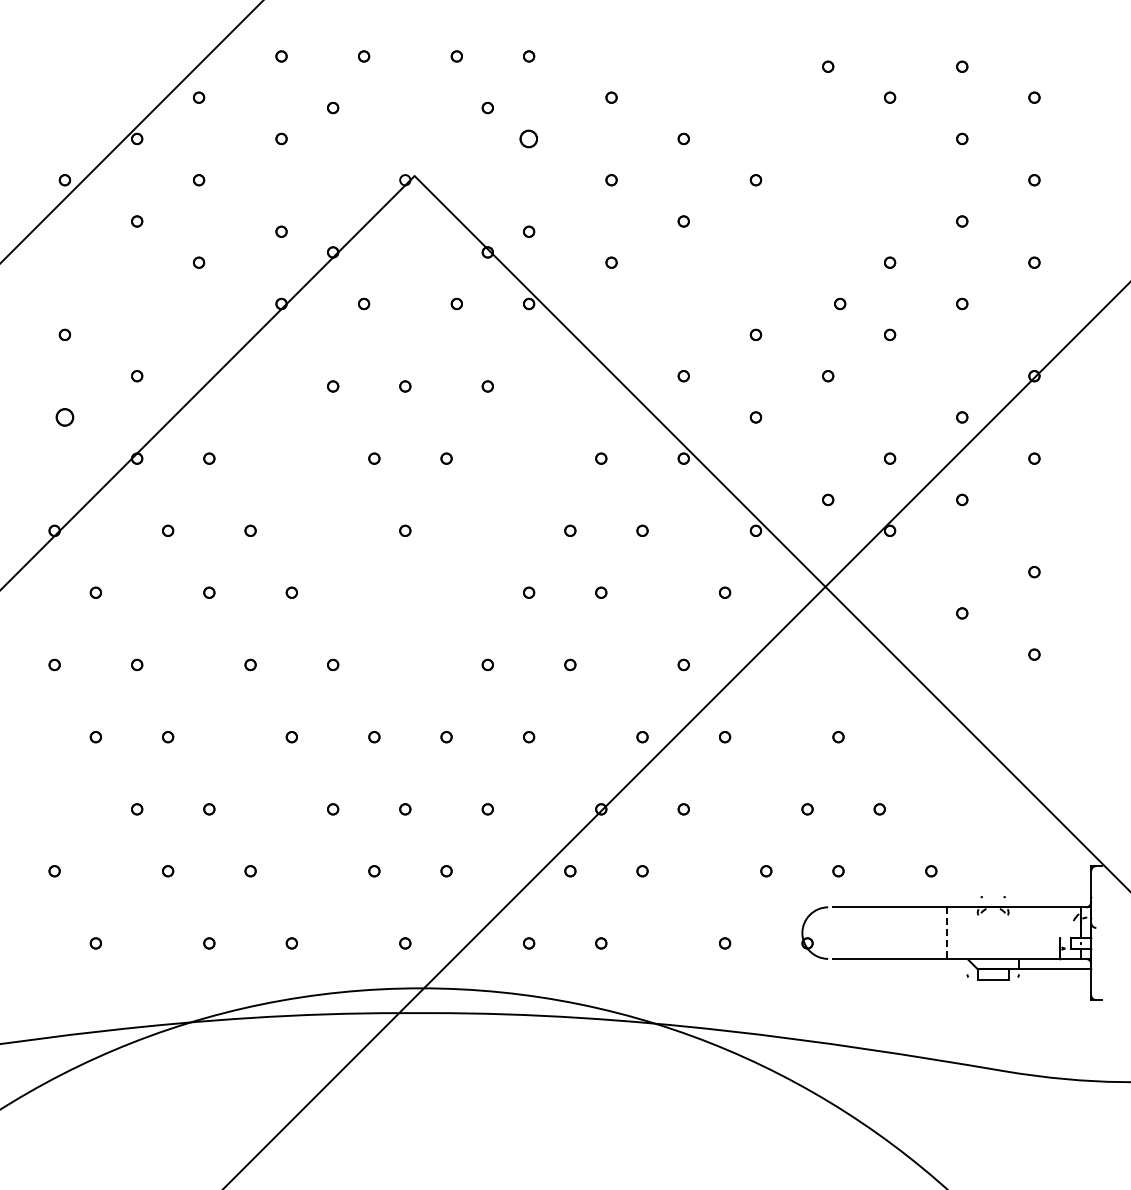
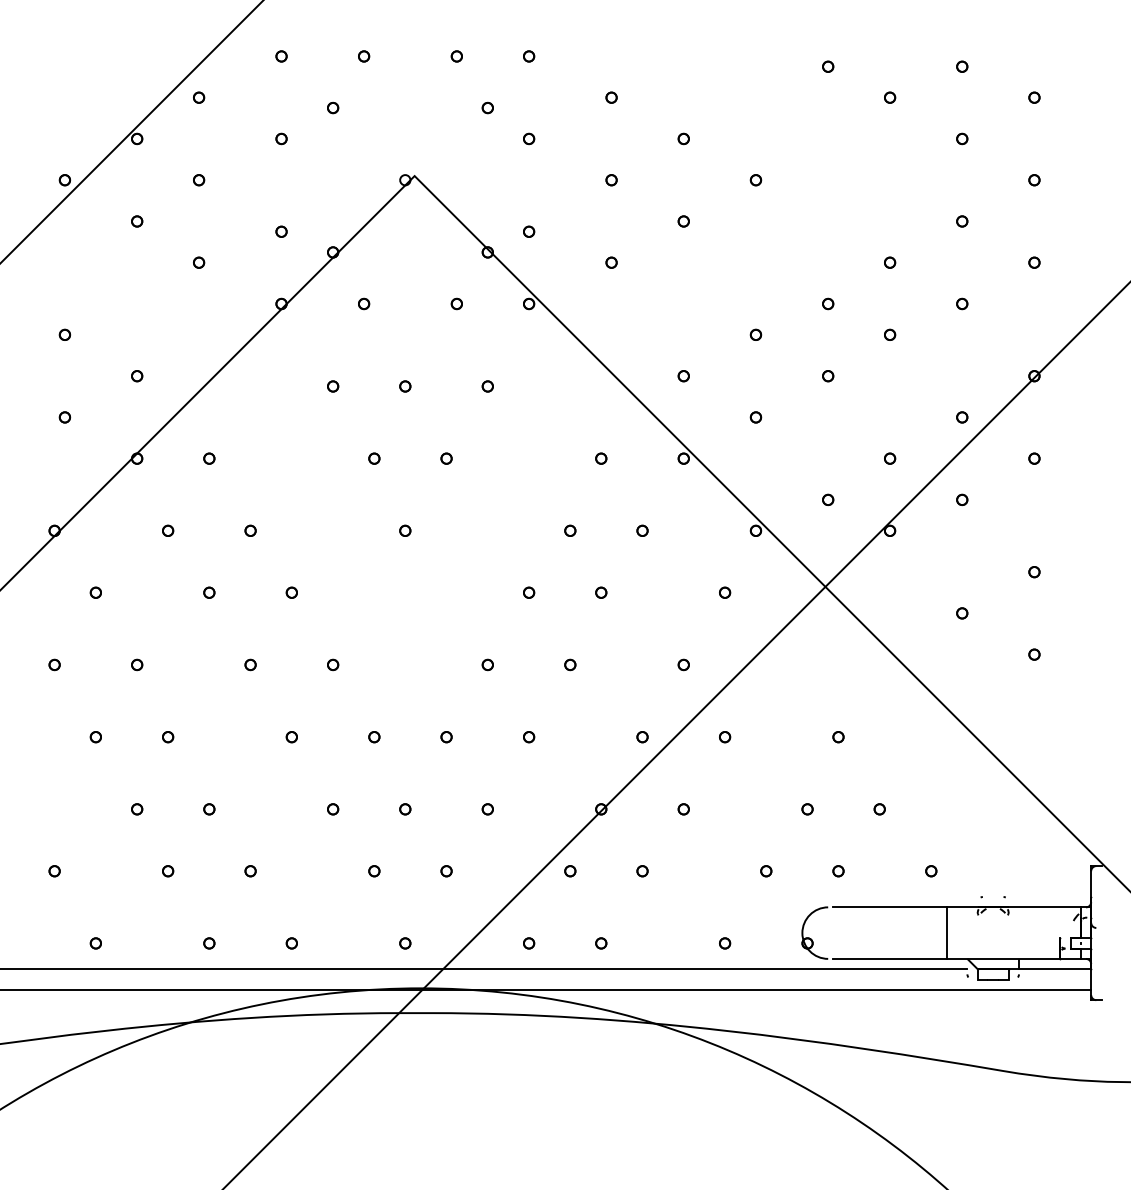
part at (528, 138) size: 19x20 px -> 13x14 px
part at (840, 303) position: (840, 303) -> (828, 303)
part at (64, 417) size: 20x19 px -> 14x13 px
line at (946, 933): dashed -> solid
line at (484, 969): none -> present
line at (546, 989): none -> present
